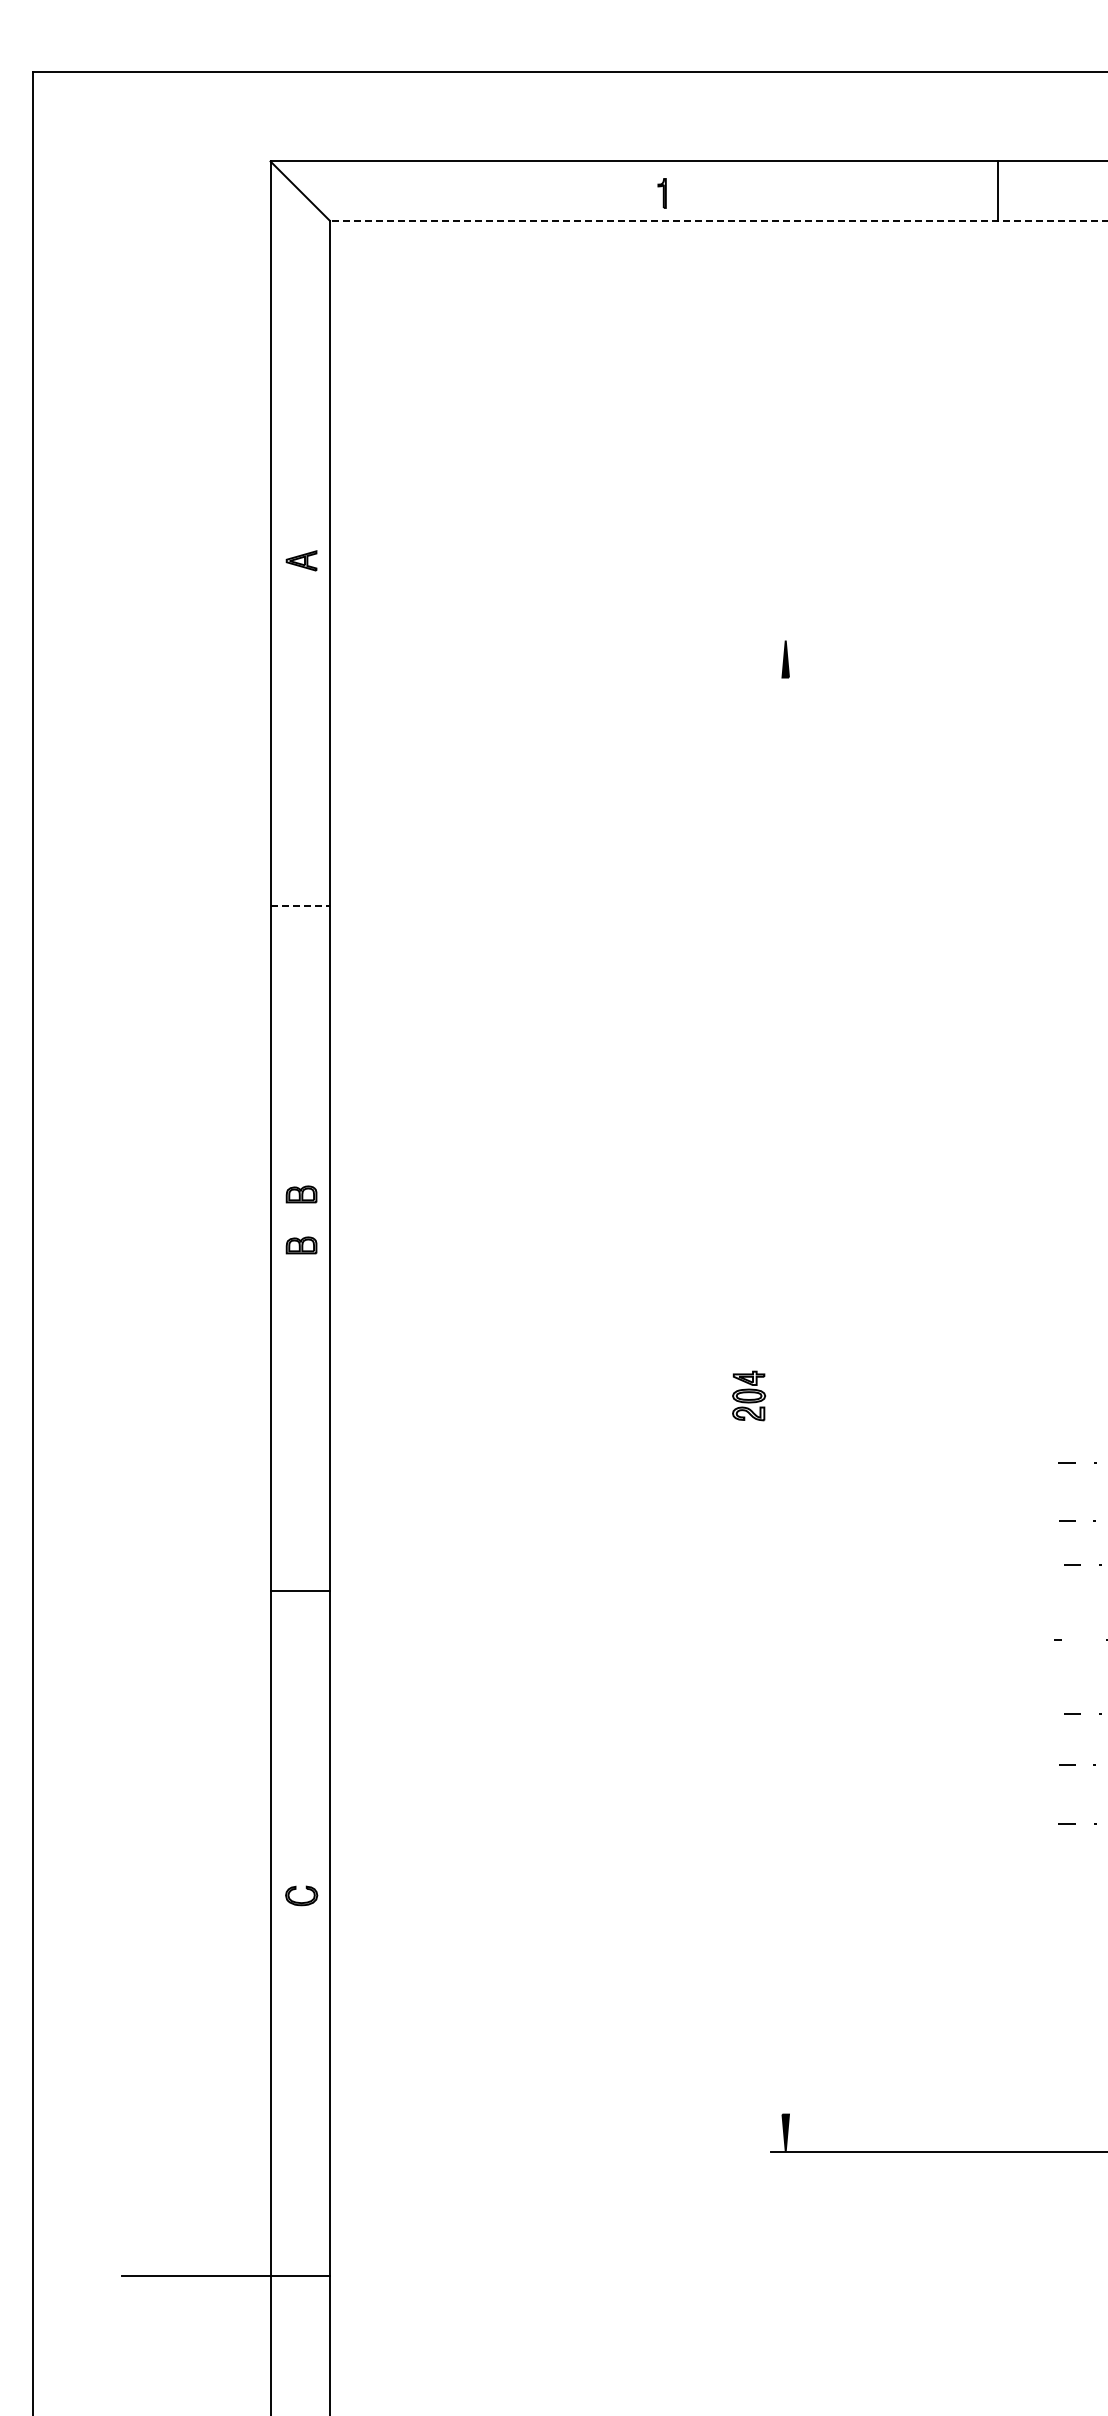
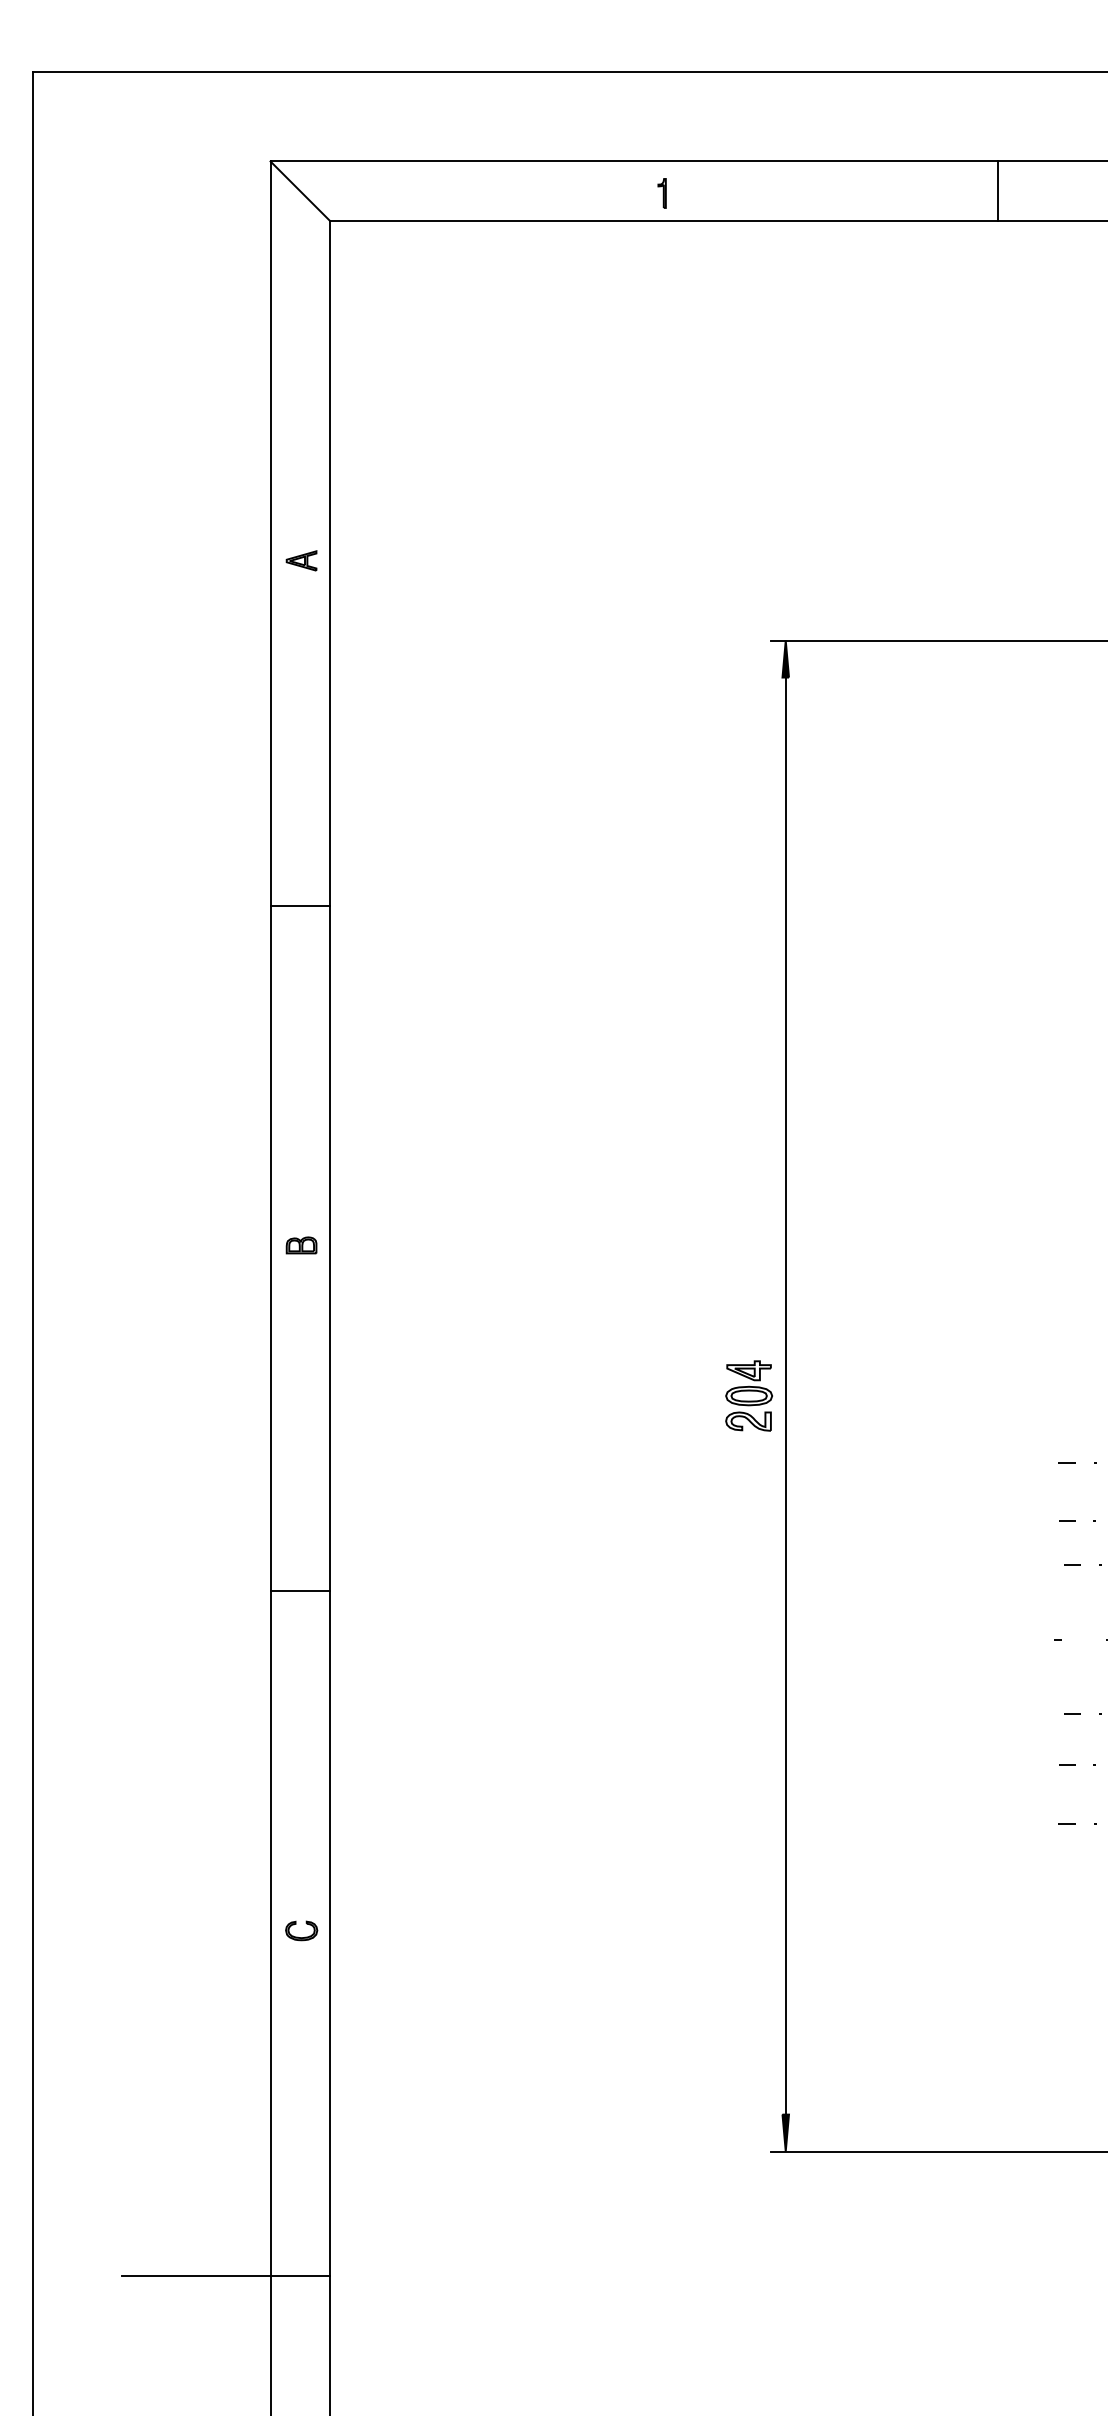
line at (718, 220): dashed -> solid
line at (937, 640): none -> present
line at (300, 905): dashed -> solid
part at (301, 1194): present -> none
part at (749, 1395) size: 35x52 px -> 48x72 px
line at (785, 1395): none -> present
part at (301, 1902) position: (301, 1902) -> (301, 1937)
